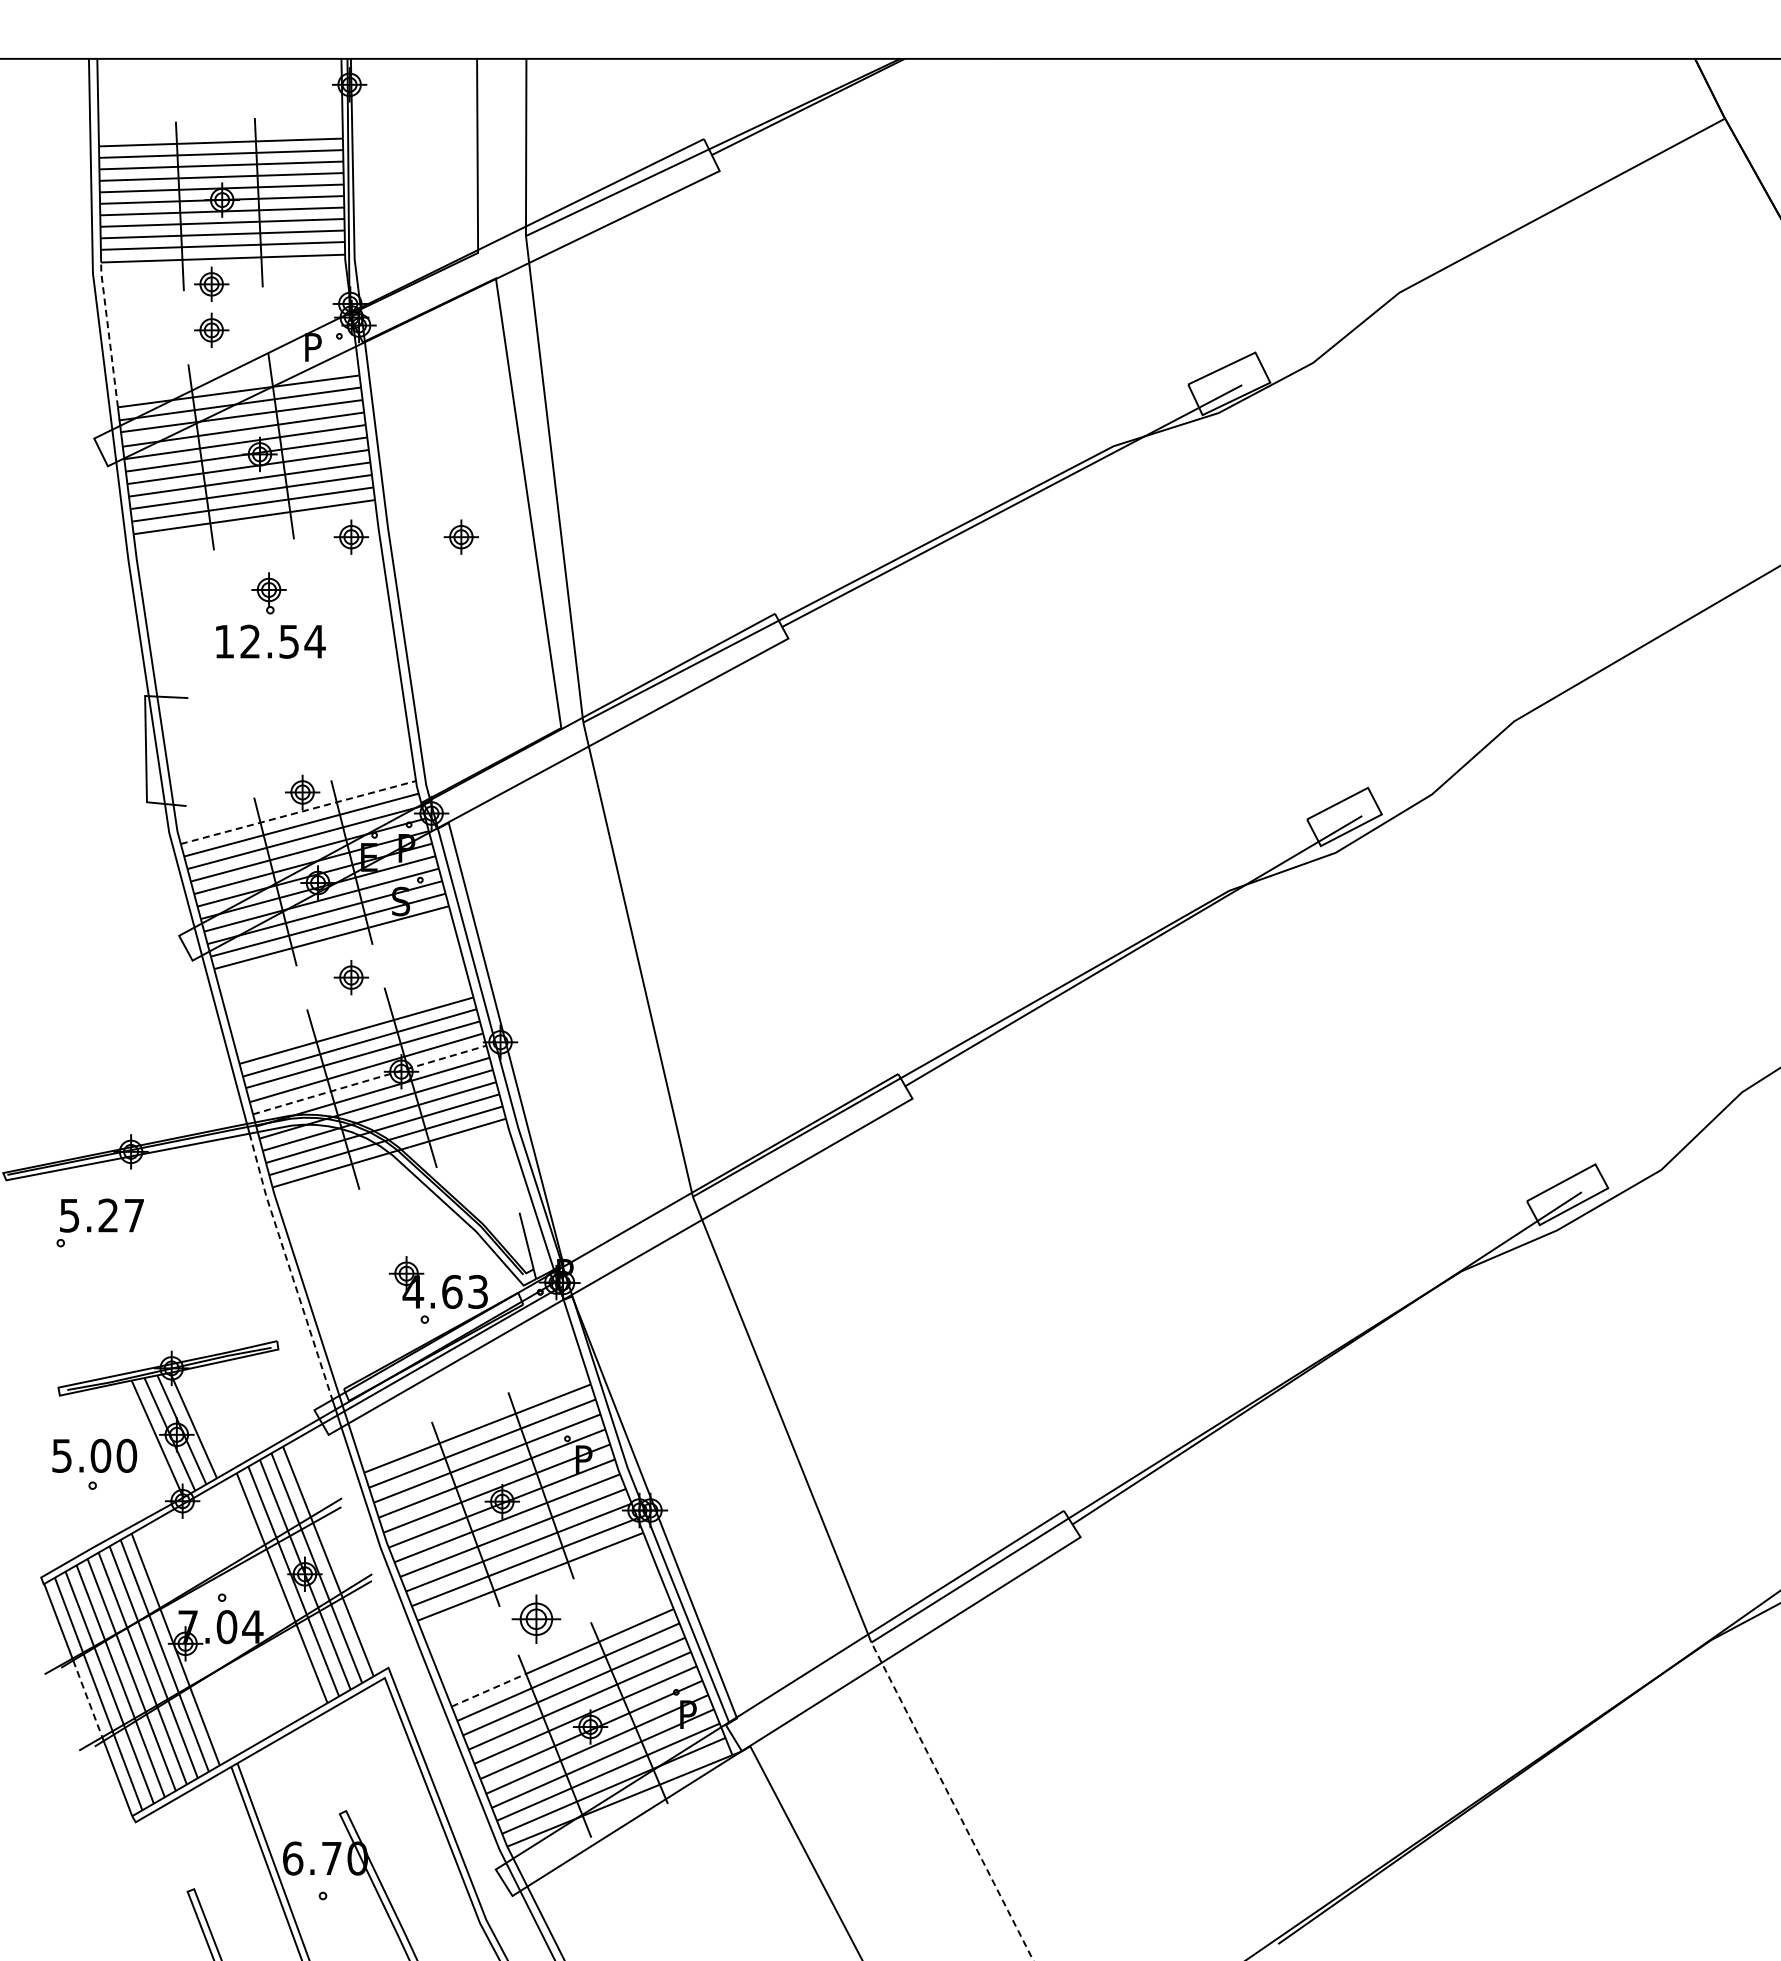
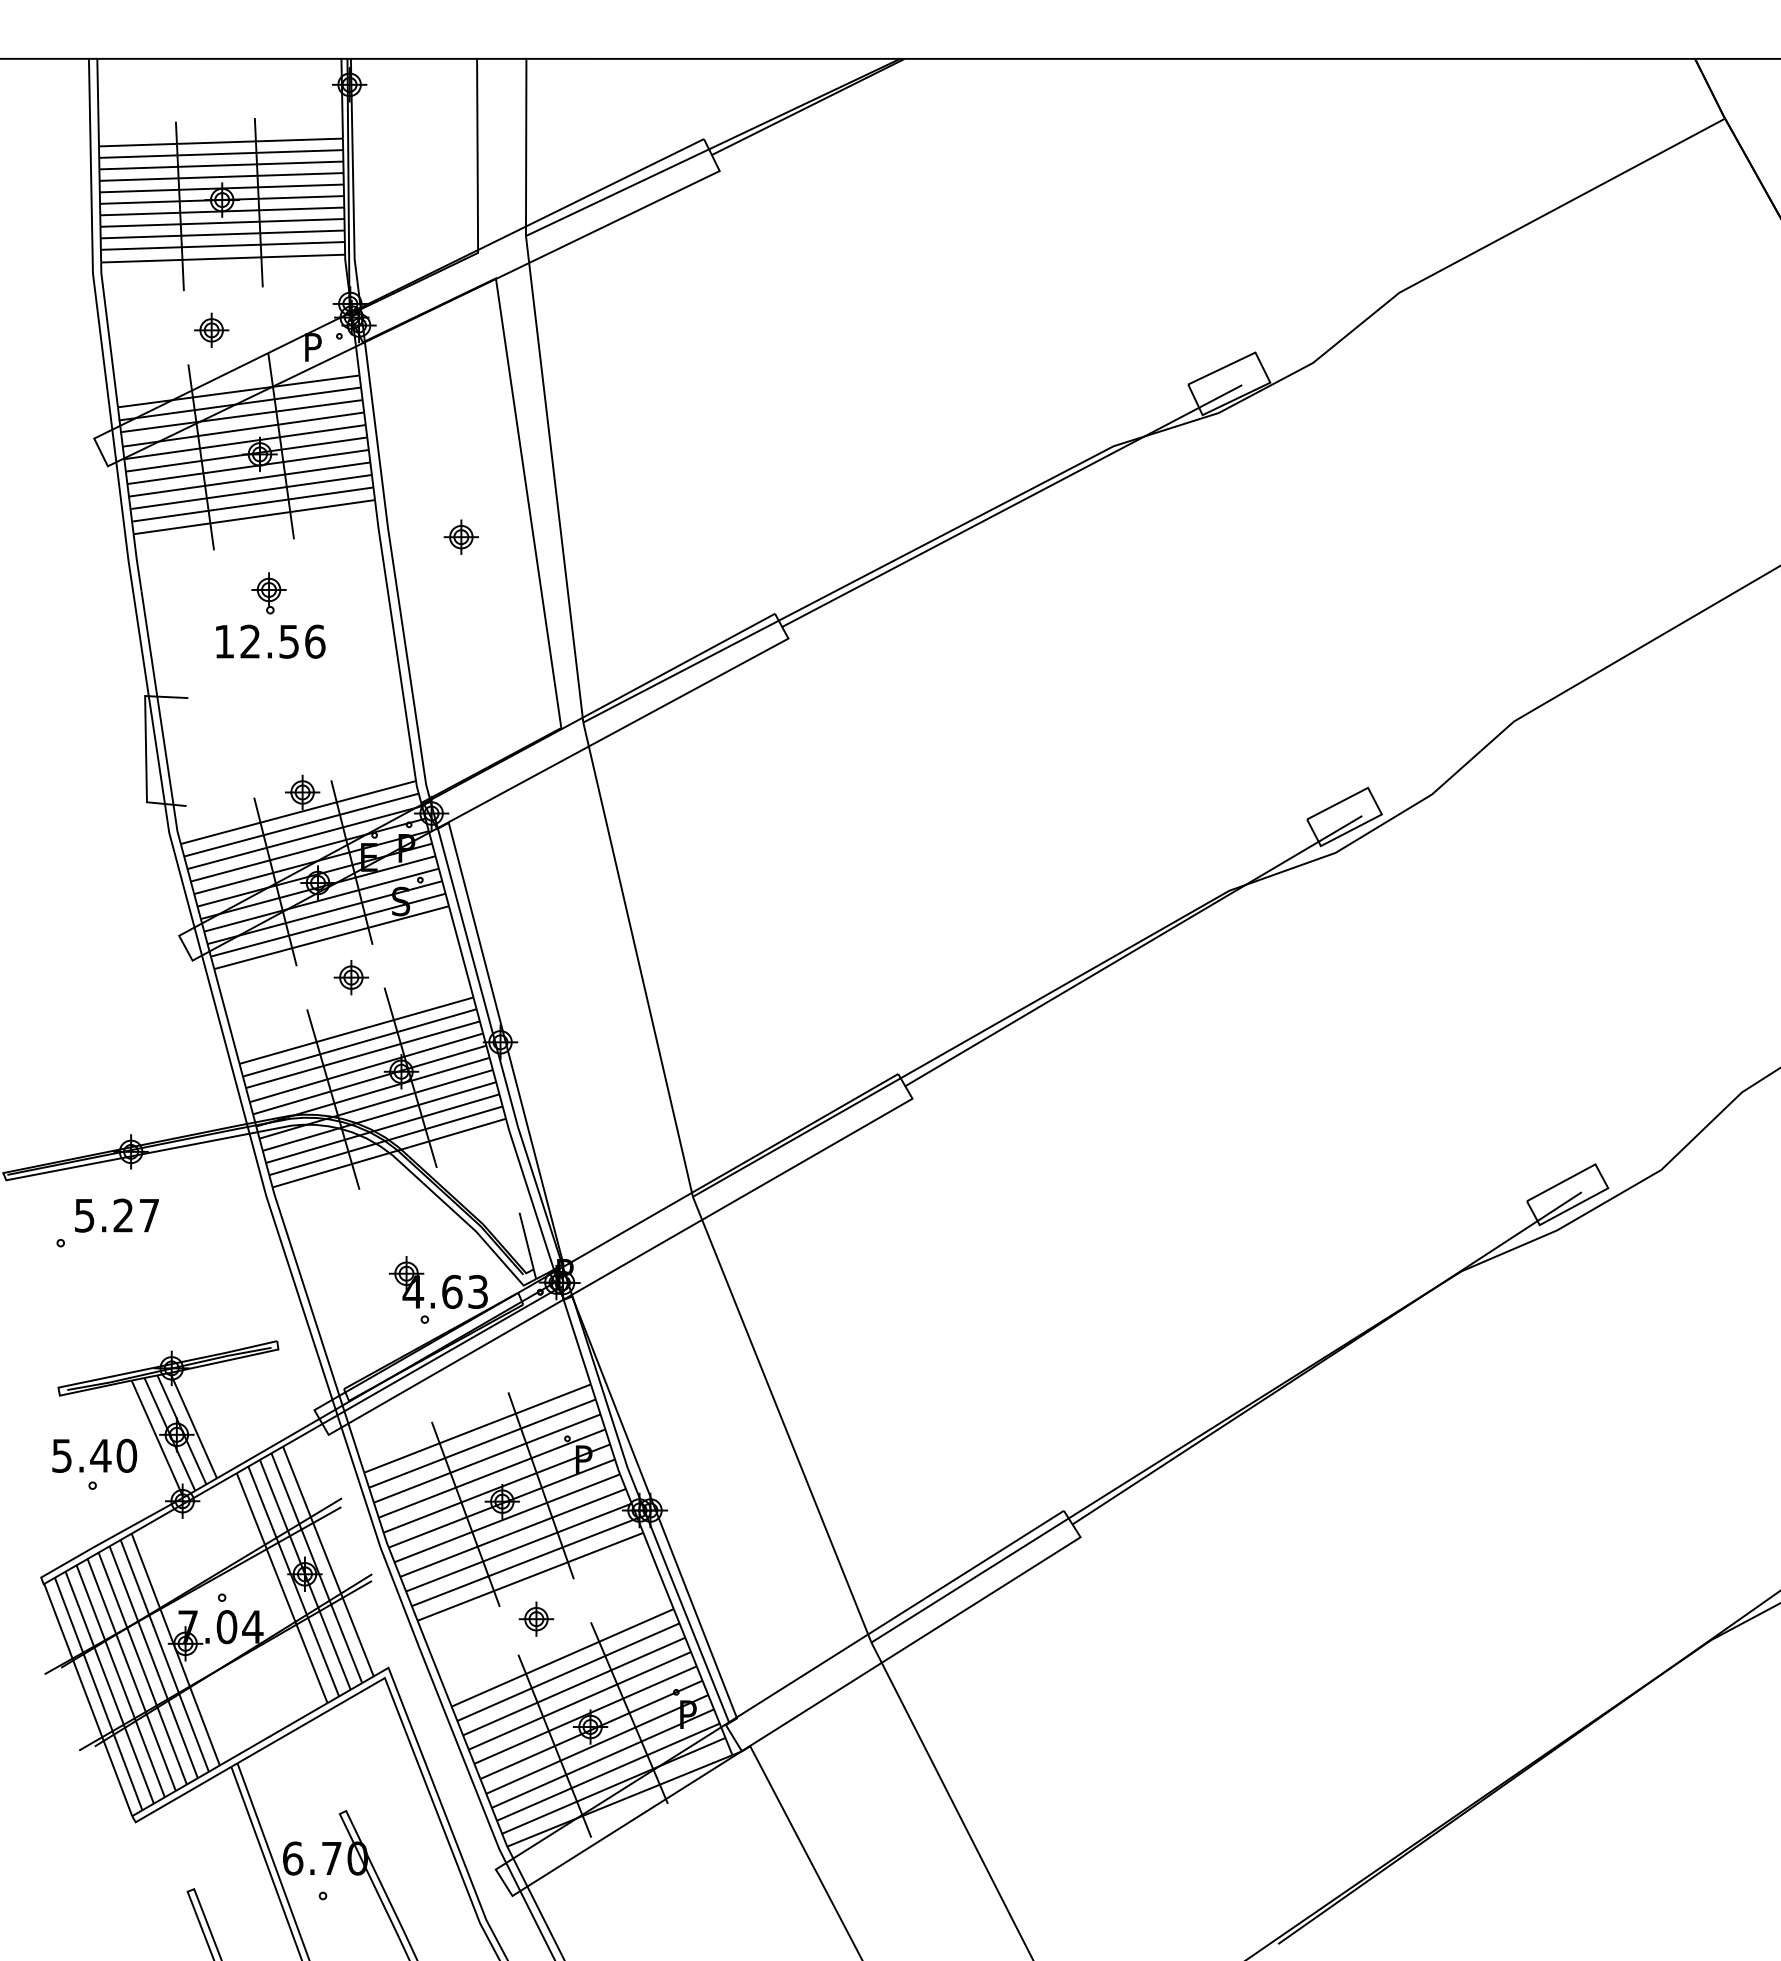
part at (211, 283): present -> none
line at (108, 334): dashed -> solid
part at (350, 536): present -> none
text at (314, 641): 12.54 -> 12.56
line at (297, 812): dashed -> solid
line at (369, 1080): dashed -> solid
text at (101, 1215) position: (101, 1215) -> (116, 1215)
line at (289, 1267): dashed -> solid
text at (100, 1455): 5.00 -> 5.40
part at (536, 1618) size: 51x50 px -> 37x36 px
line at (488, 1690): dashed -> solid
line at (87, 1698): dashed -> solid
line at (952, 1801): dashed -> solid
